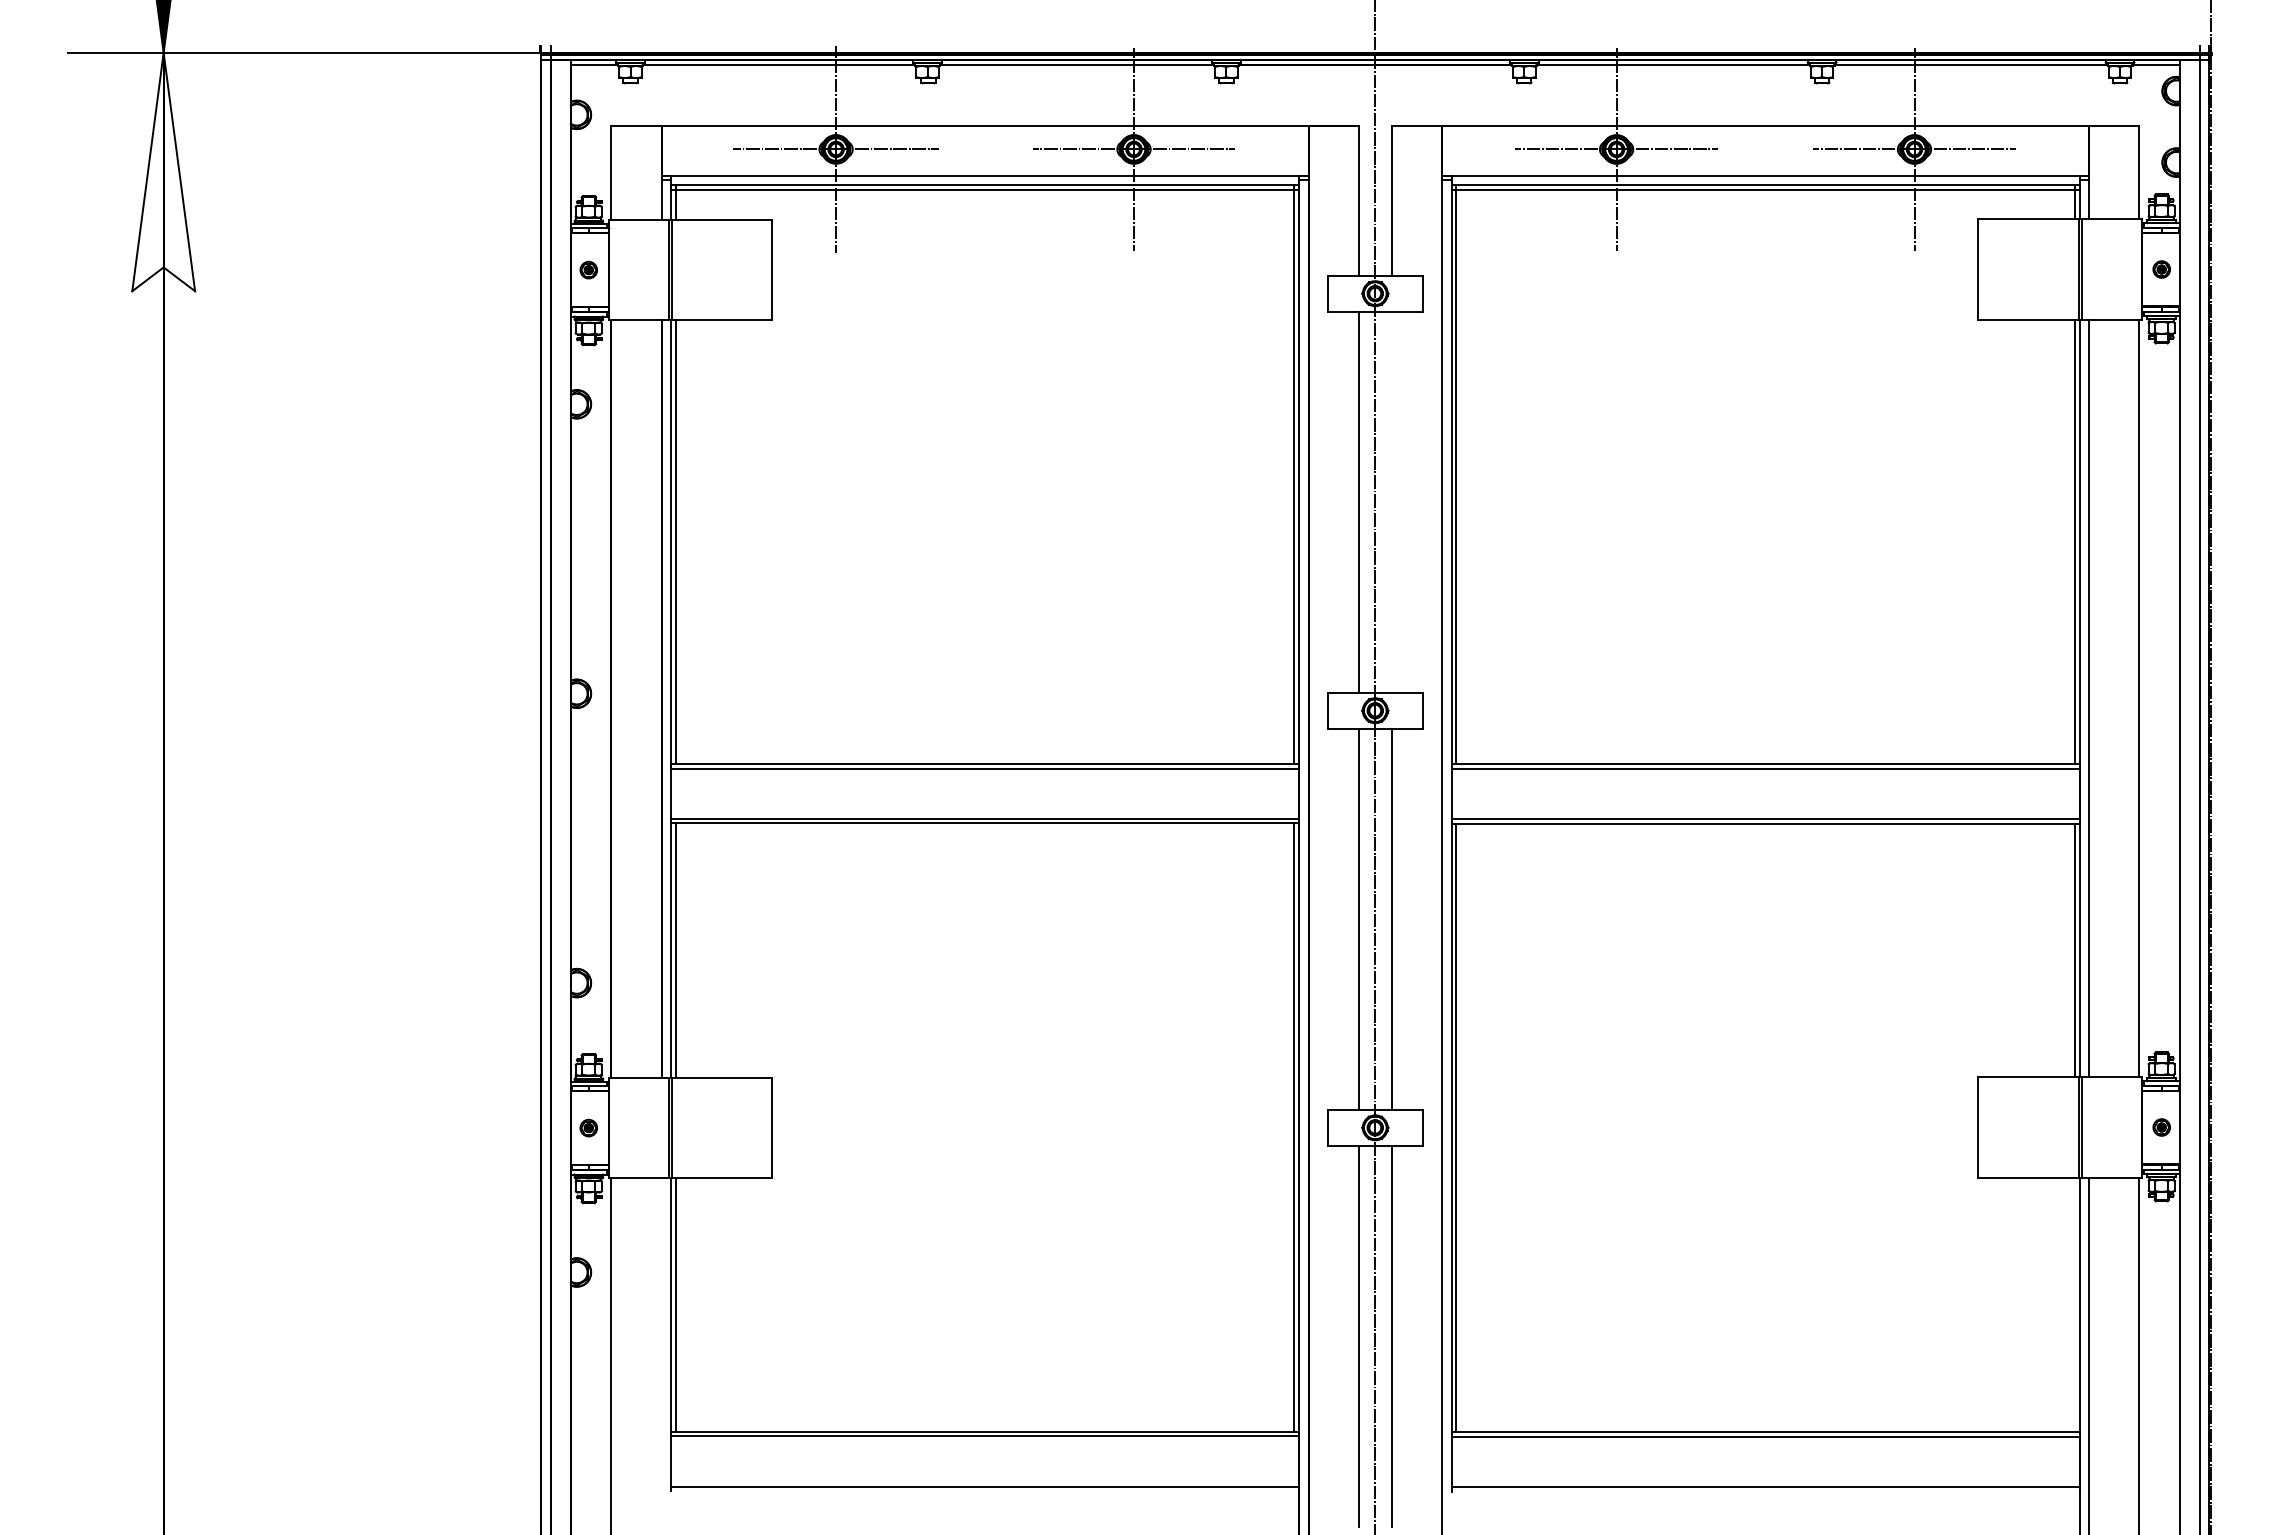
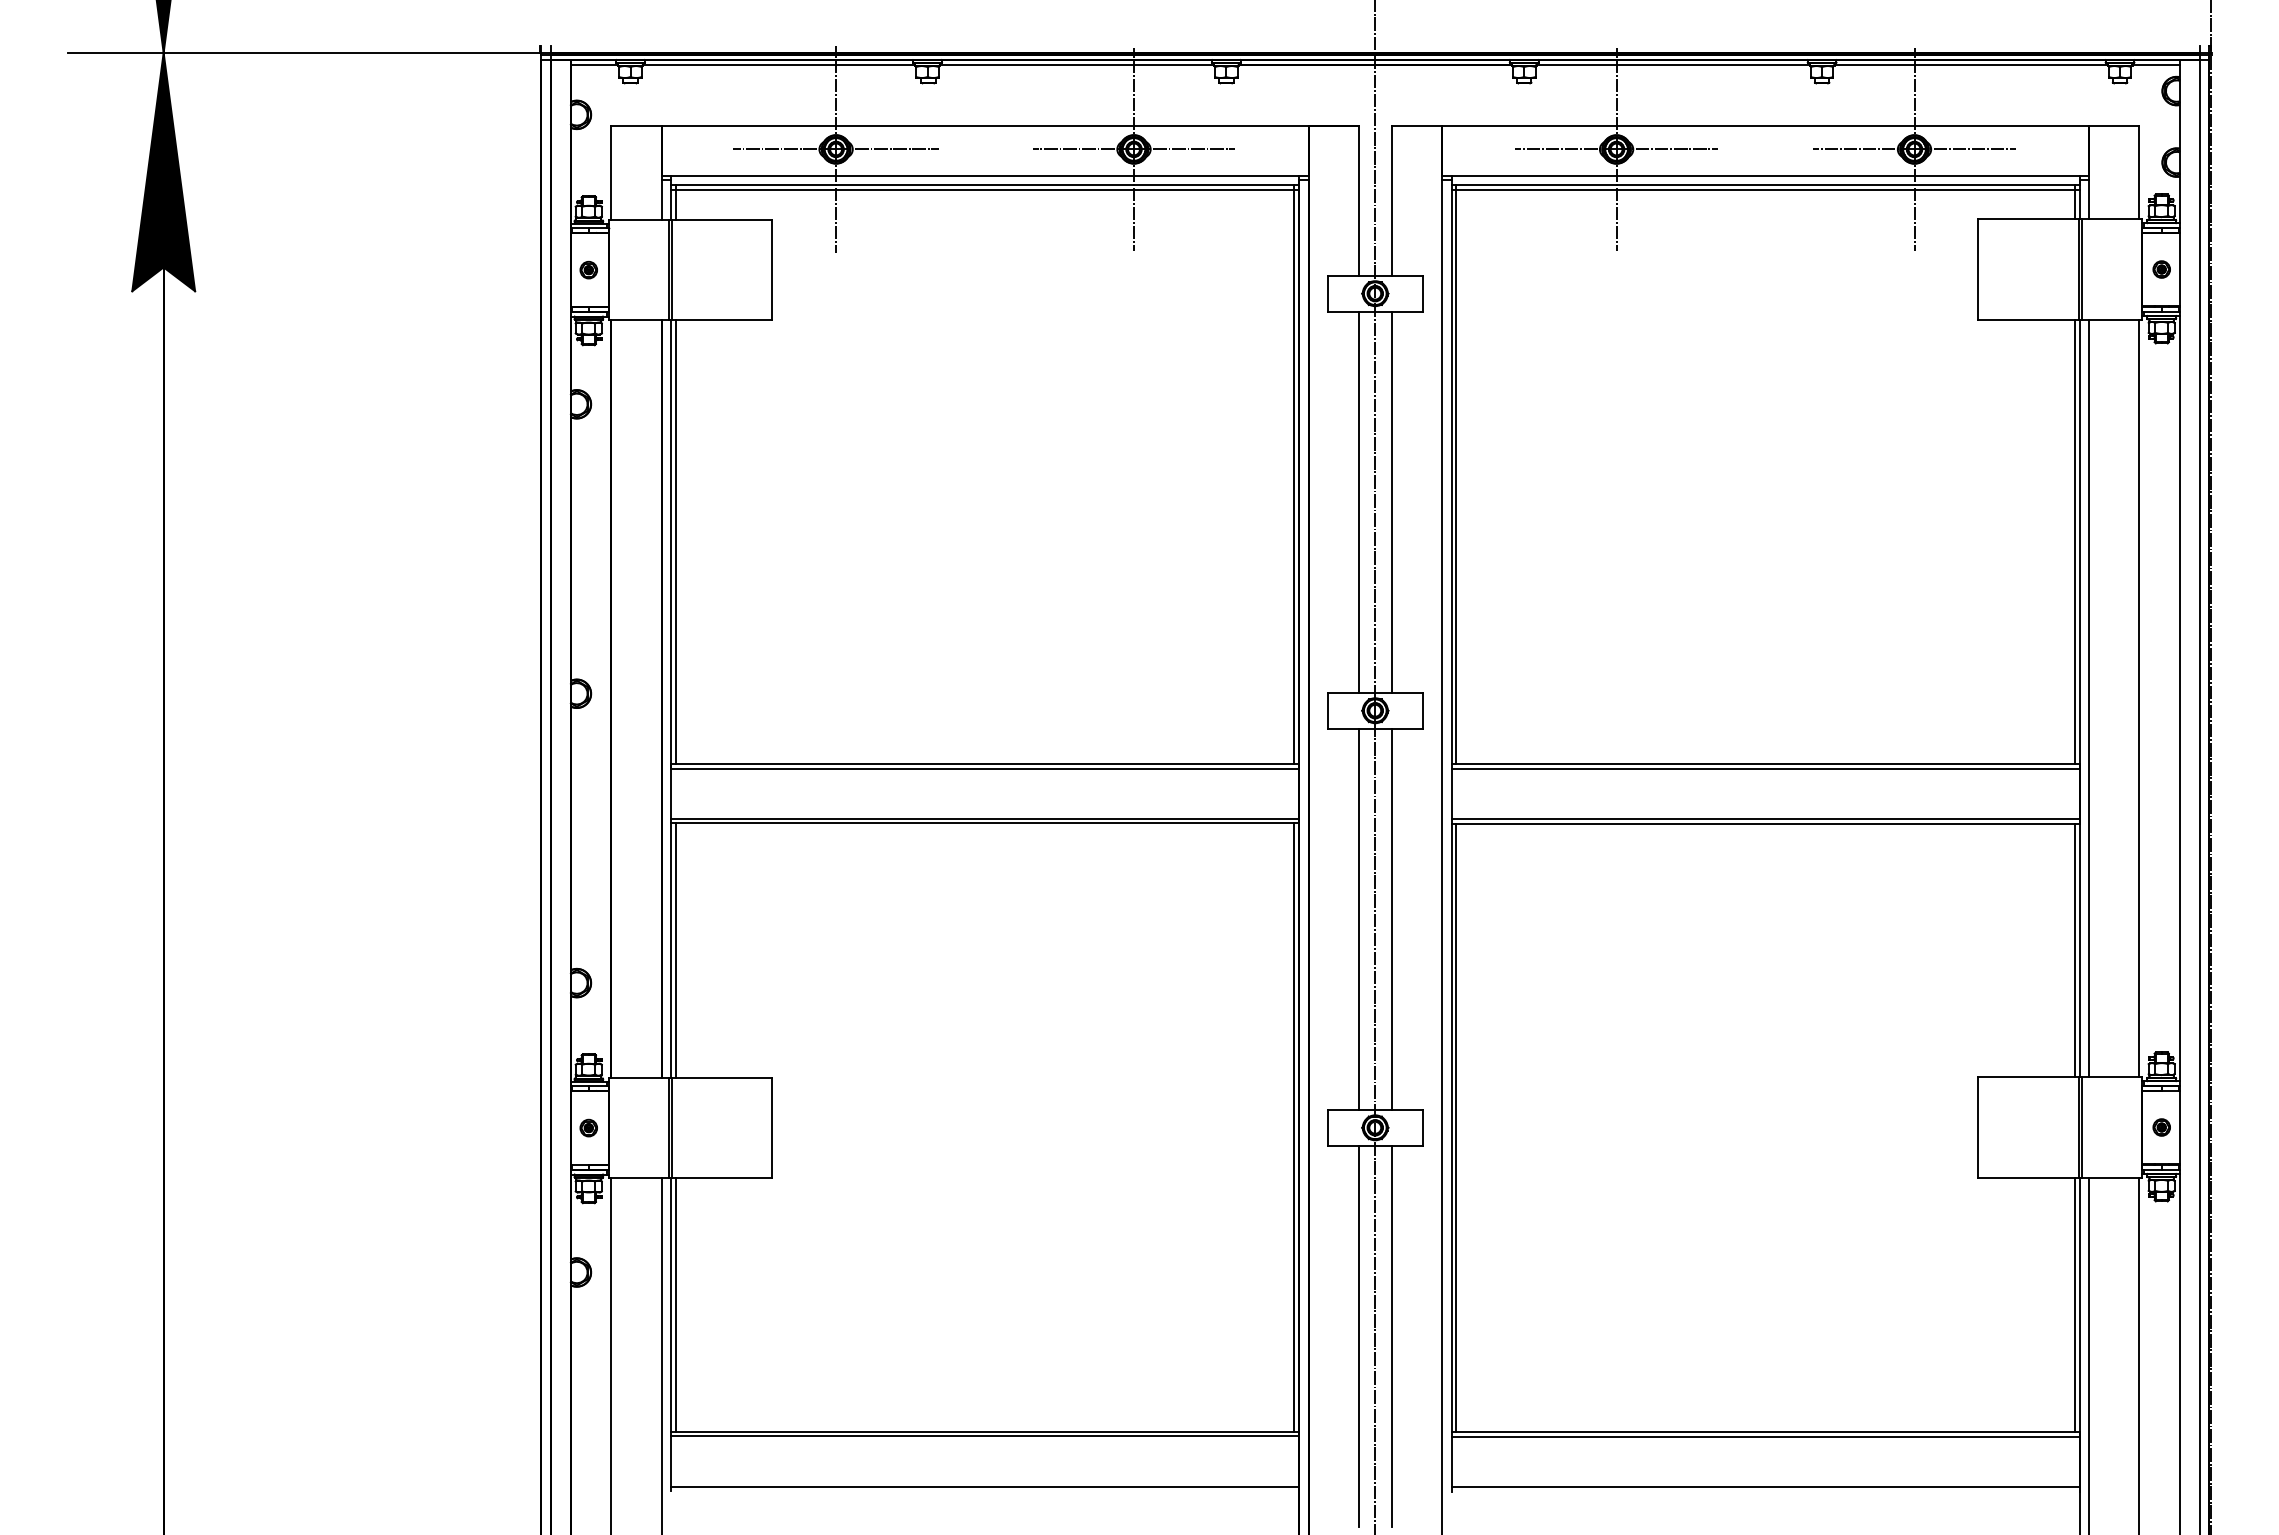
fill at (163, 171): none -> present
line at (1391, 501): none -> present
line at (2074, 1304): none -> present
line at (661, 1354): none -> present
